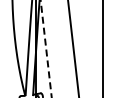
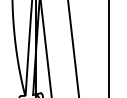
line at (102, 48) position: (102, 48) -> (108, 48)
line at (46, 49): dashed -> solid
